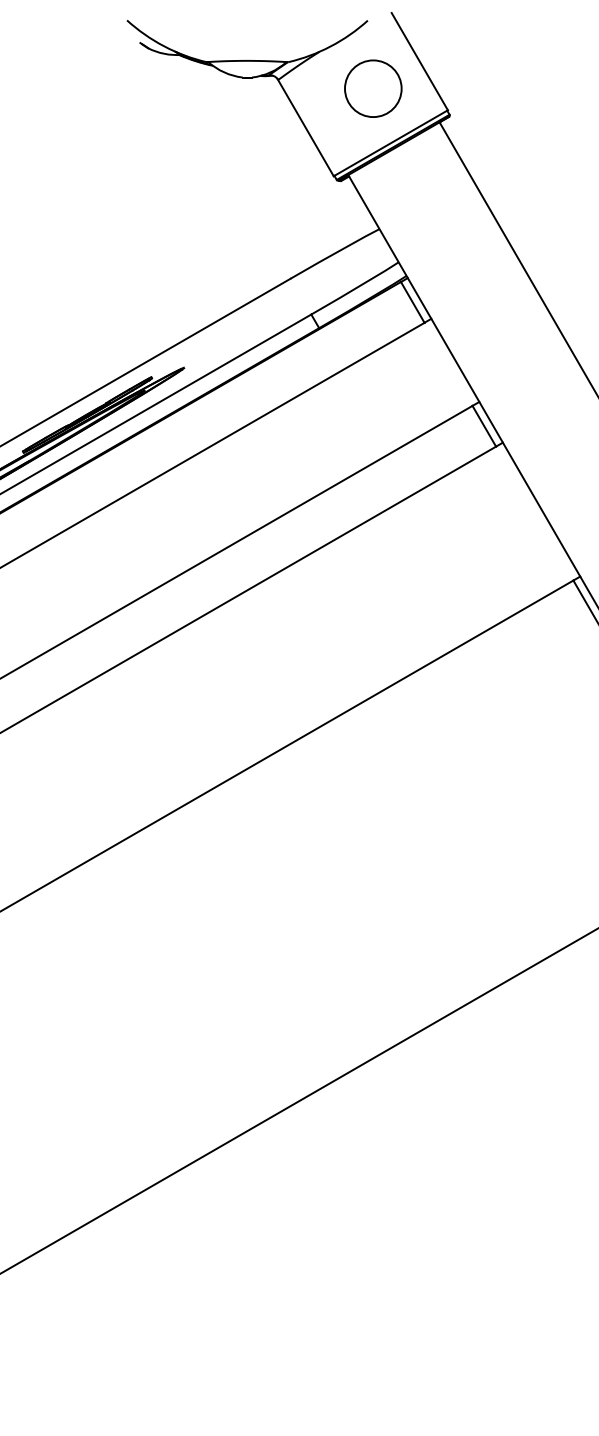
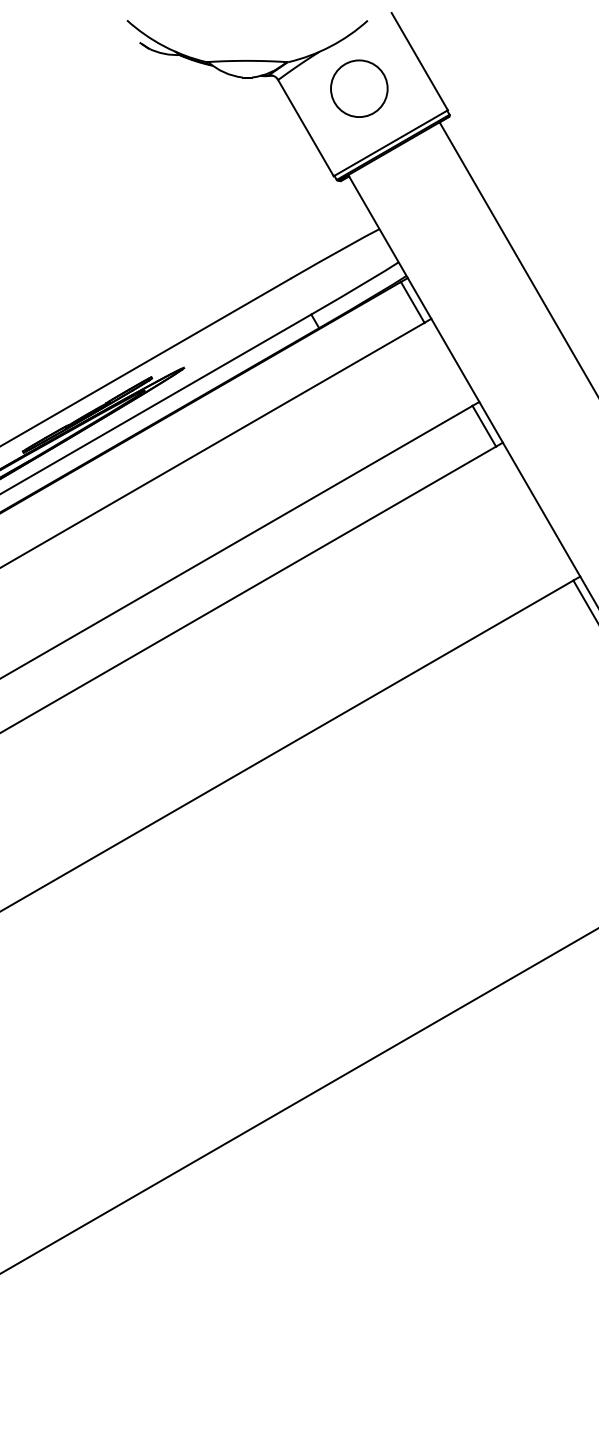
circle at (373, 88) position: (373, 88) -> (359, 88)
